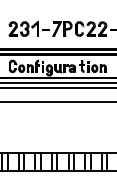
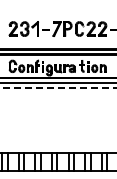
line at (59, 87): solid -> dashed
line at (57, 101): present -> none
